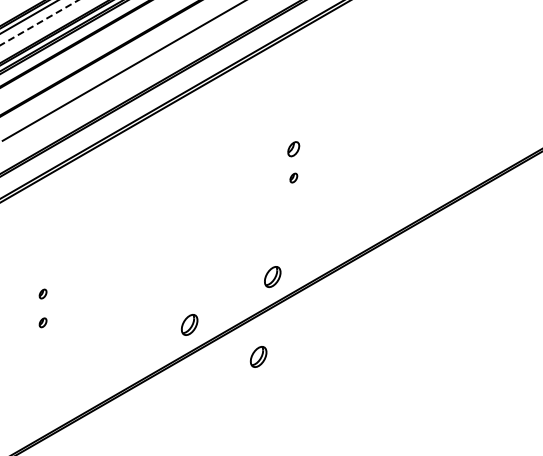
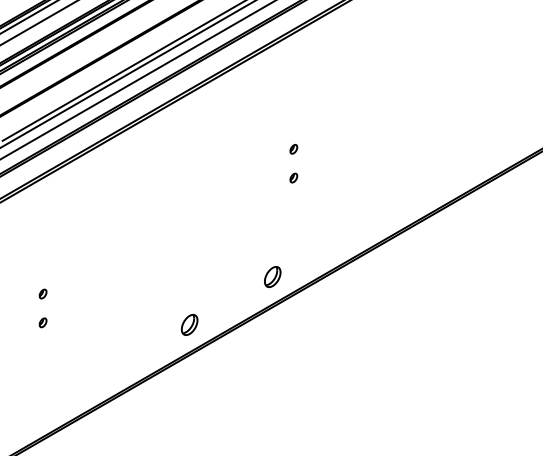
line at (39, 22): dashed -> solid
line at (127, 74): none -> present
line at (137, 80): none -> present
part at (293, 149) size: 14x17 px -> 10x11 px
part at (258, 356): present -> none
